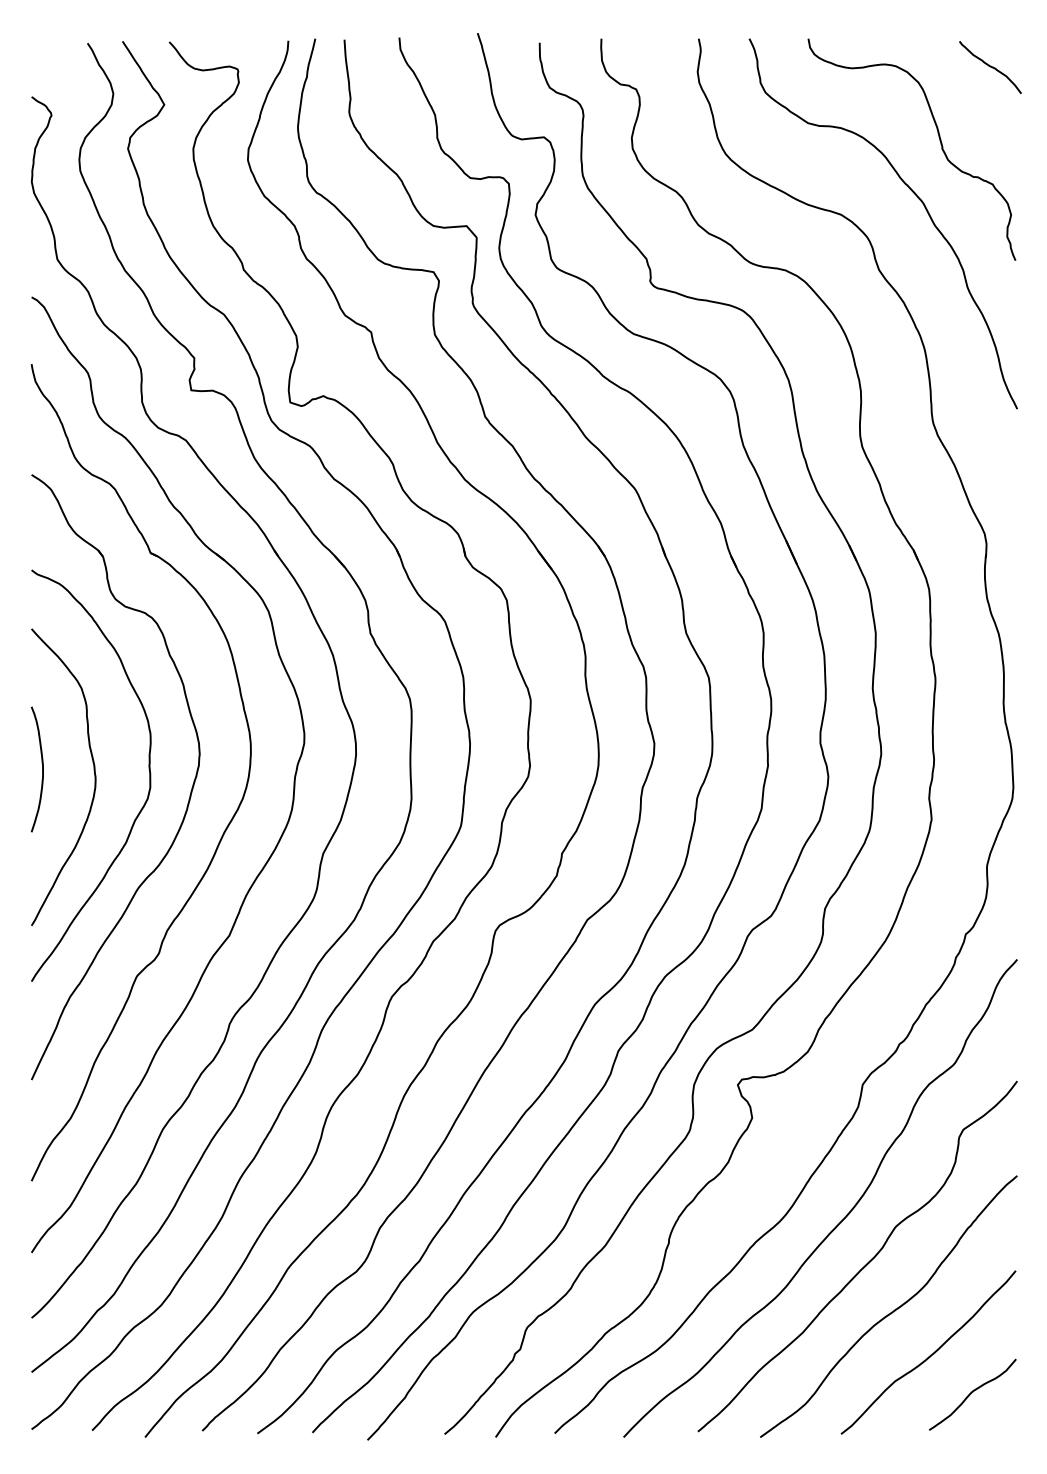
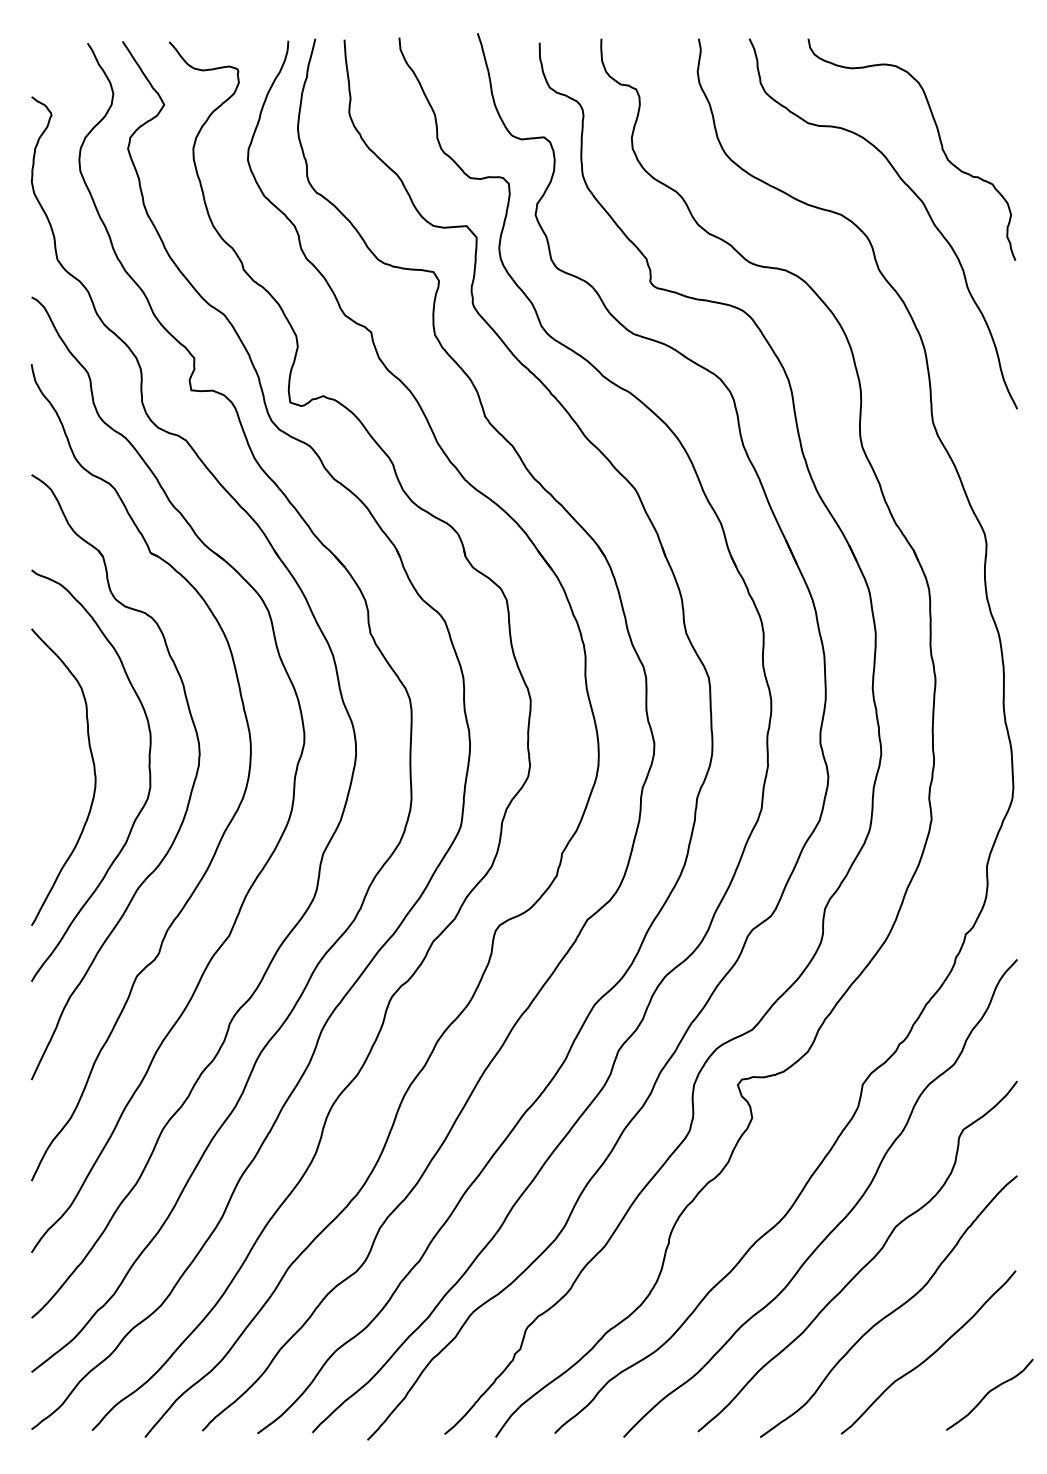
curve at (990, 67): present -> none
curve at (42, 769): present -> none
curve at (972, 1393) position: (972, 1393) -> (989, 1393)
